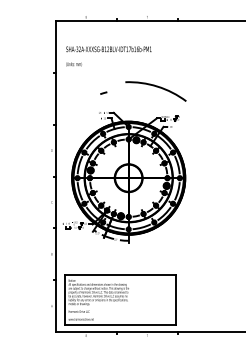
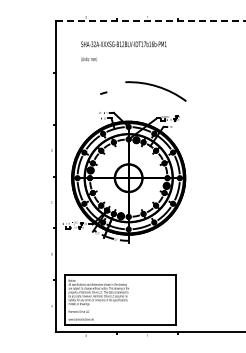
line at (150, 21): solid -> dashed
text at (108, 56) position: (108, 56) -> (123, 51)
